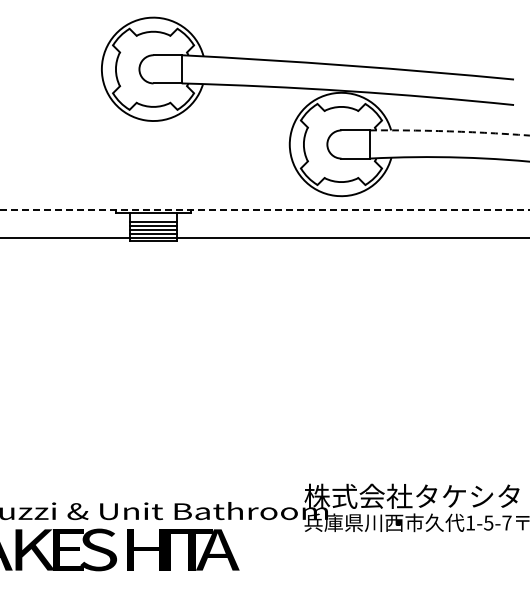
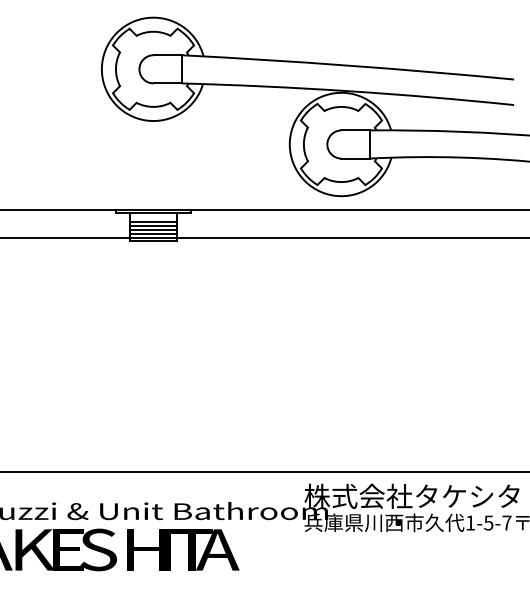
arc at (450, 131): dashed -> solid
line at (265, 210): dashed -> solid
line at (264, 471): none -> present
